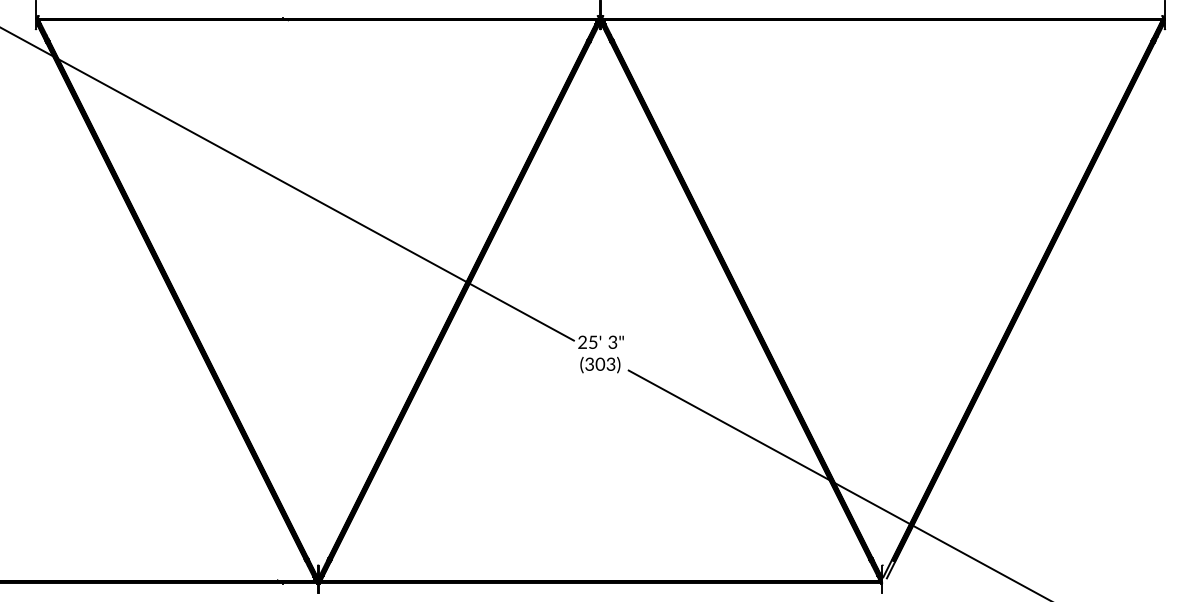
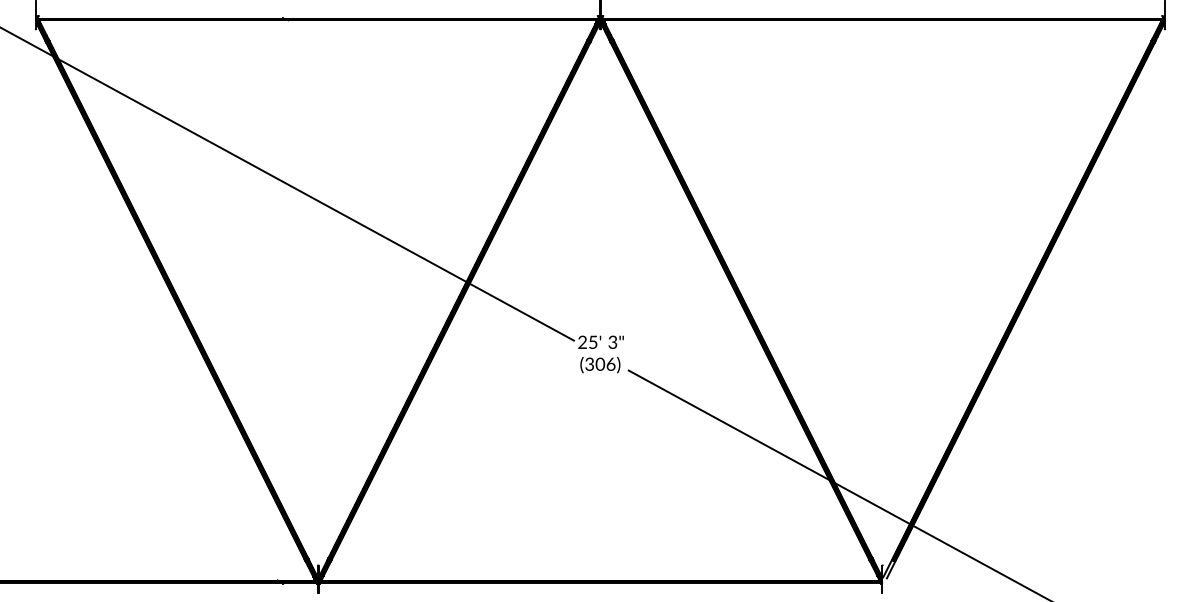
text at (610, 363): (303) -> (306)
